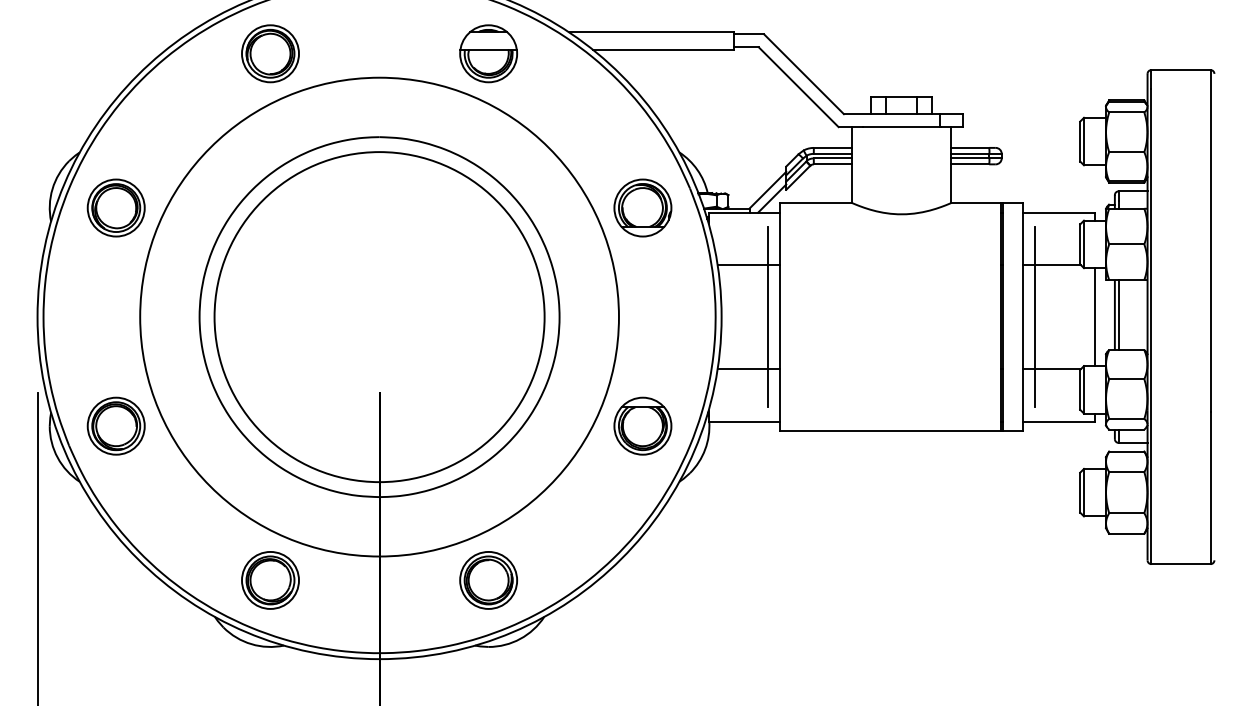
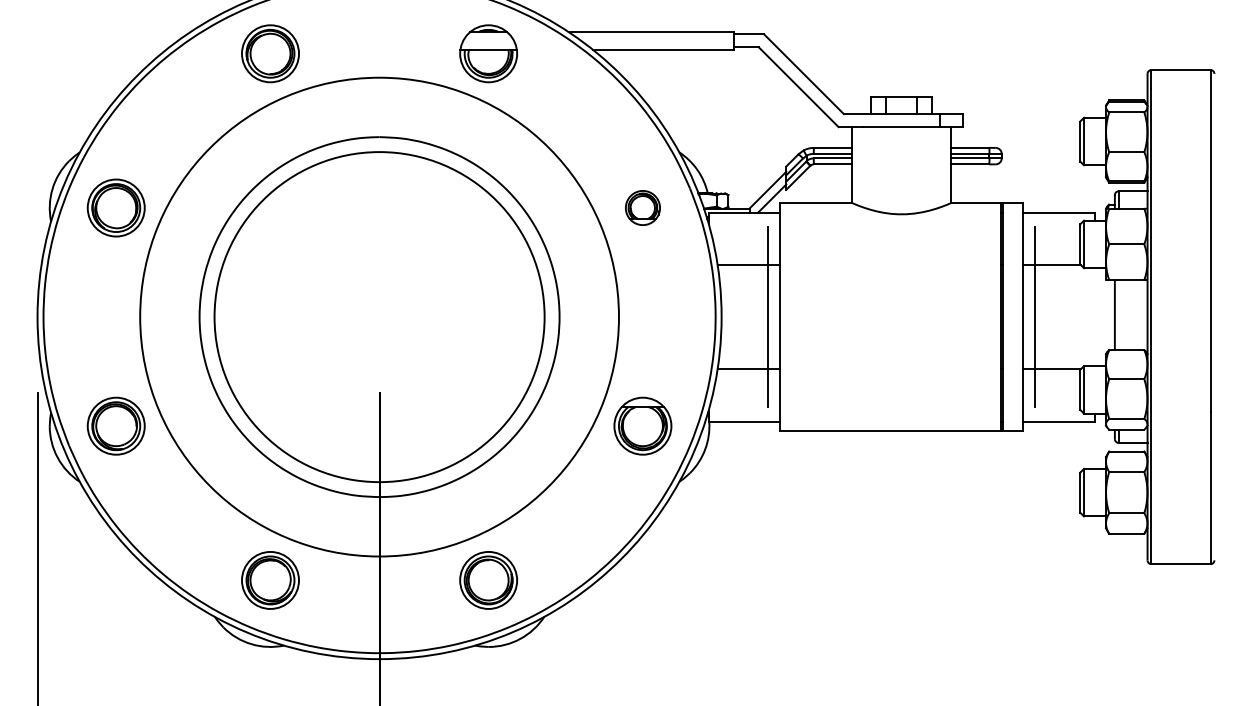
part at (642, 207) size: 60x60 px -> 36x36 px
line at (1118, 315): present -> none
line at (1094, 317): present -> none
